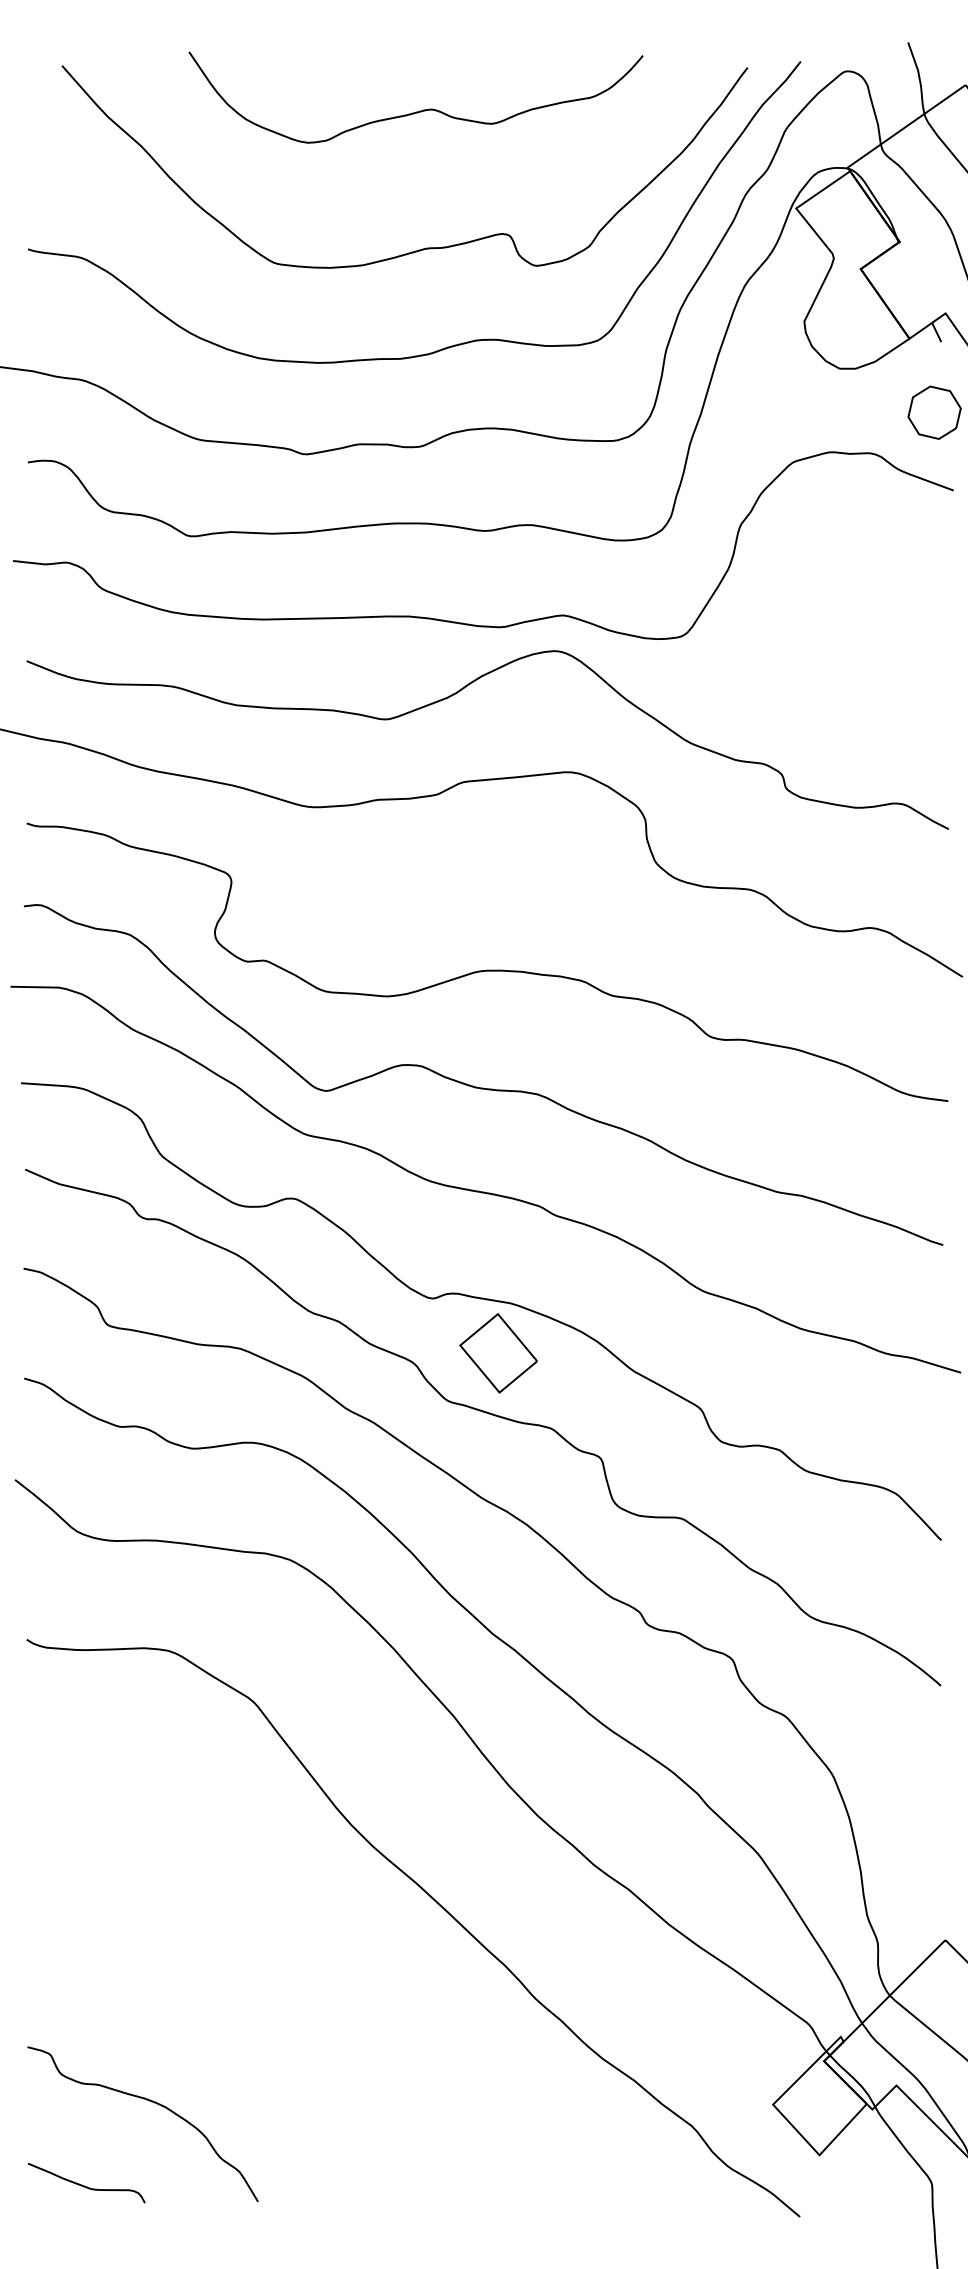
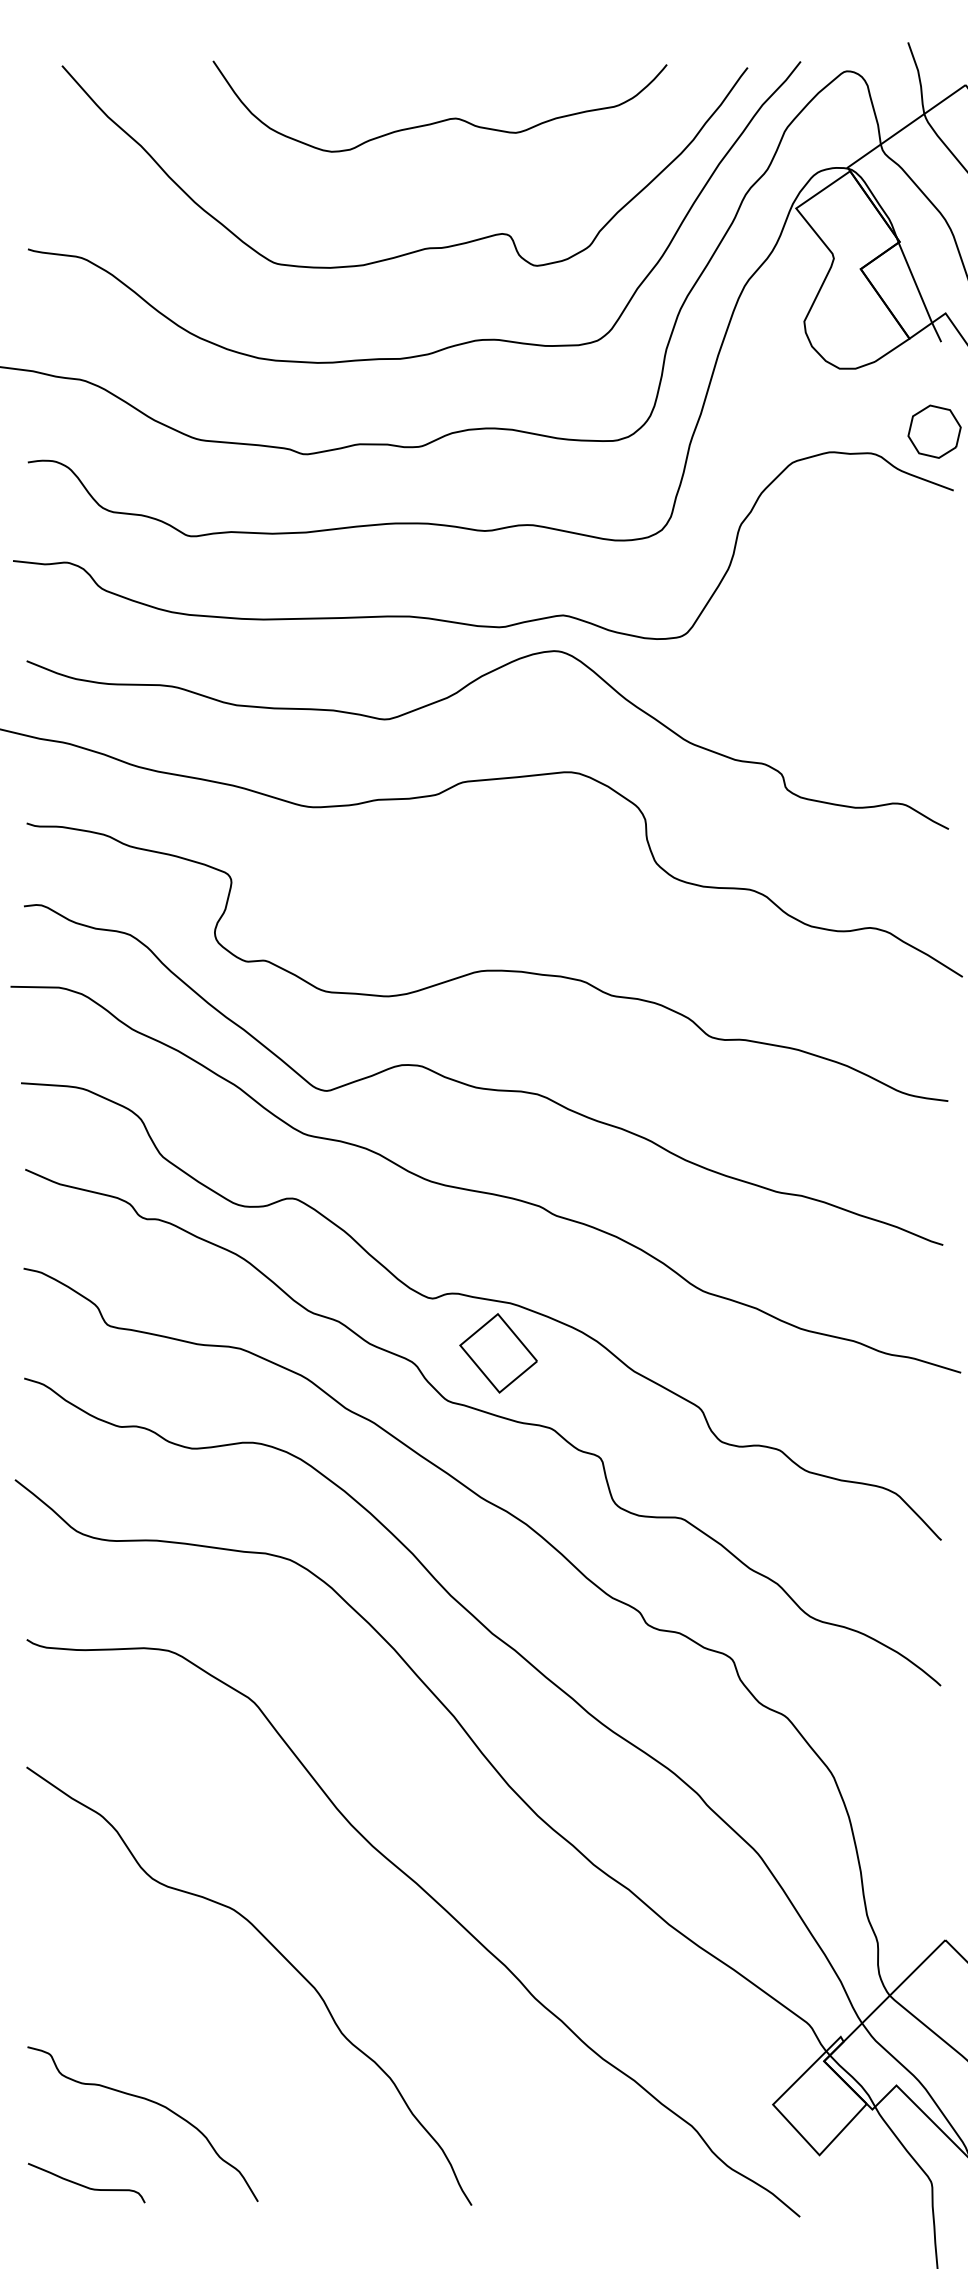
curve at (419, 110) position: (419, 110) -> (443, 119)
line at (915, 282): none -> present
part at (934, 412) position: (934, 412) -> (934, 431)
curve at (280, 1954): none -> present
